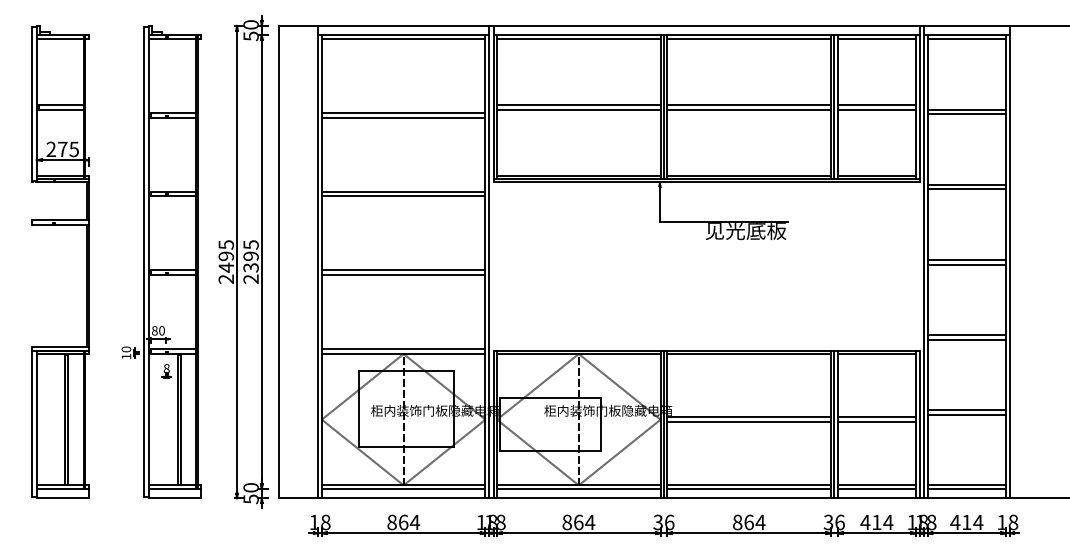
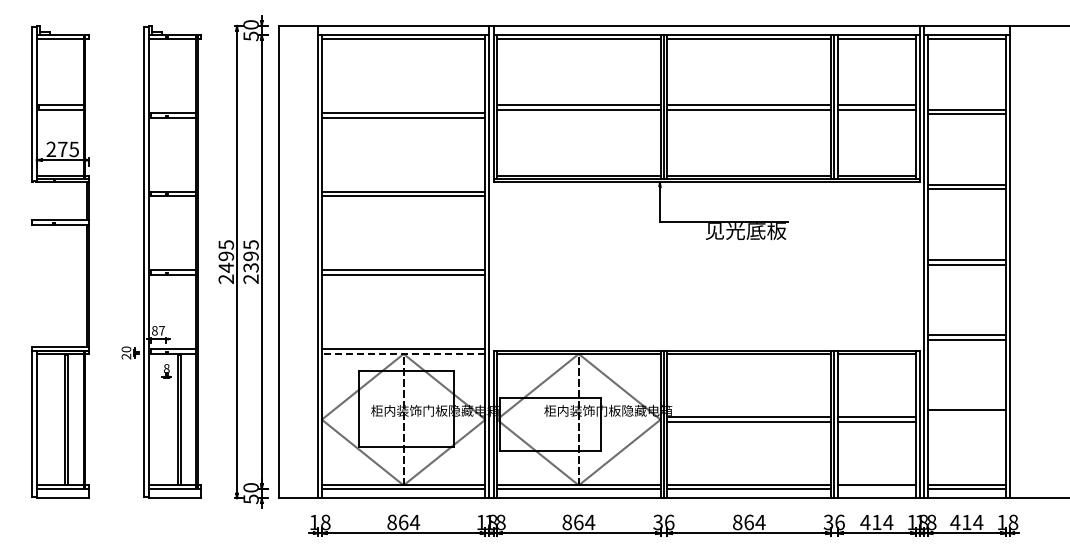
text at (161, 330): 80 -> 87
line at (403, 353): solid -> dashed
text at (126, 356): 10 -> 20
line at (966, 414): present -> none
line at (876, 488): present -> none
